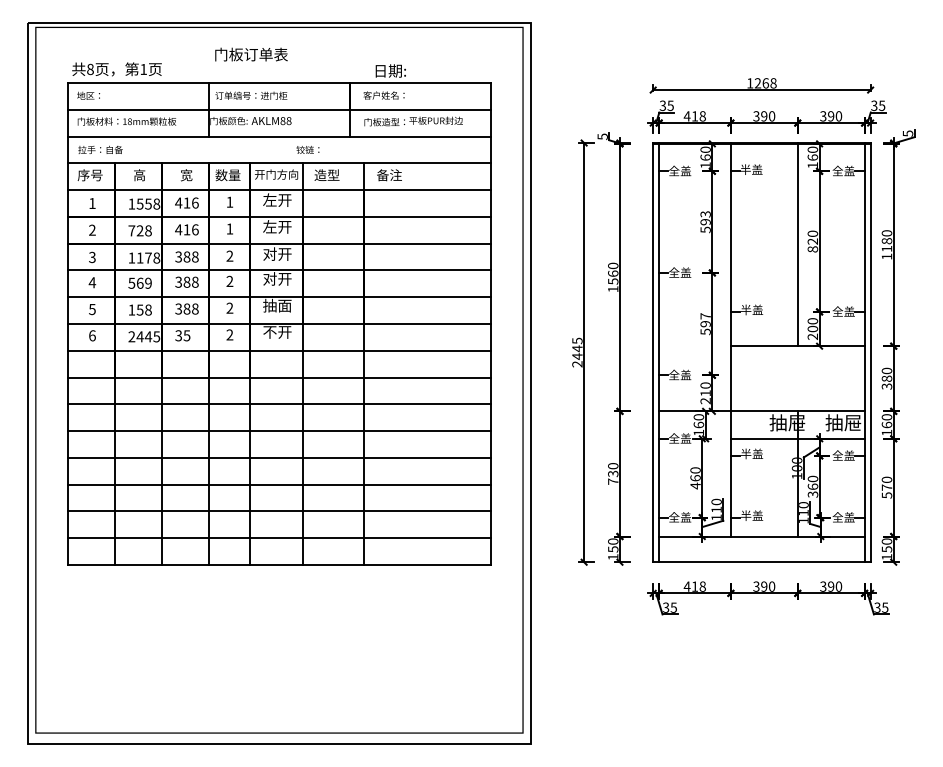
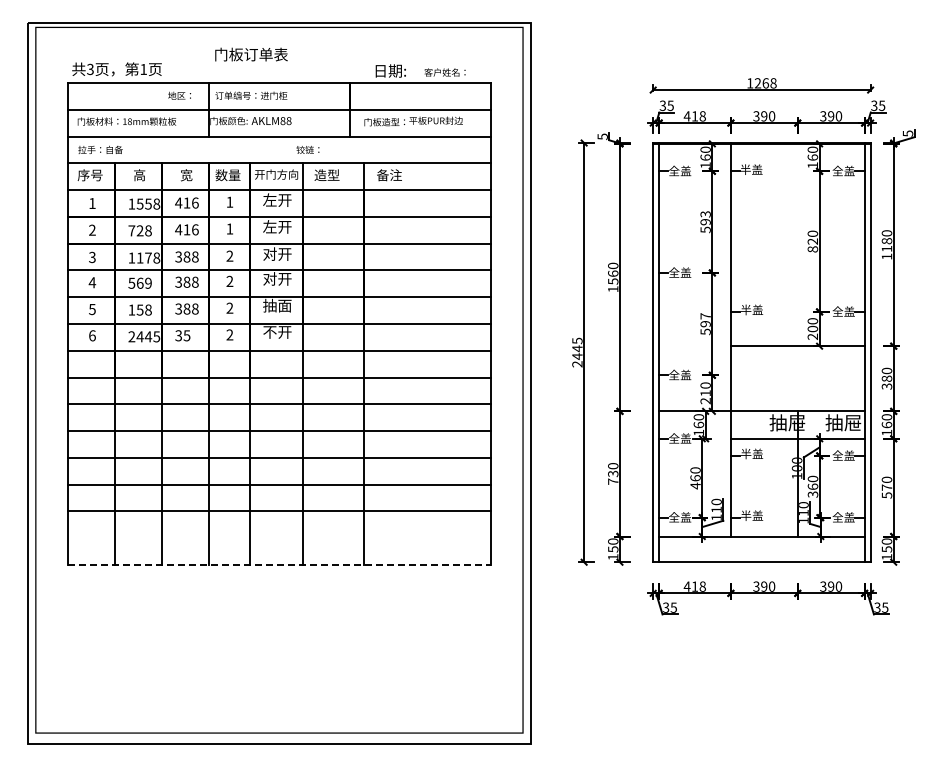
text at (90, 69): 8 -> 3
text at (88, 95) position: (88, 95) -> (179, 95)
text at (383, 95) position: (383, 95) -> (444, 72)
line at (797, 244): present -> none
line at (279, 538): present -> none
line at (279, 564): solid -> dashed
